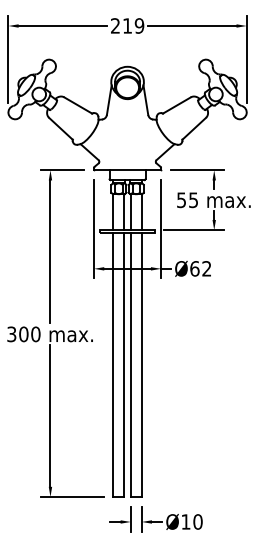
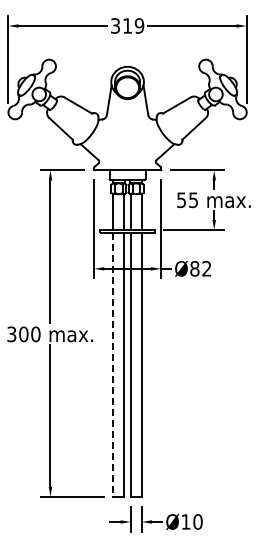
text at (115, 25): 219 -> 319
text at (194, 268): Ø62 -> Ø82
line at (113, 365): solid -> dashed
